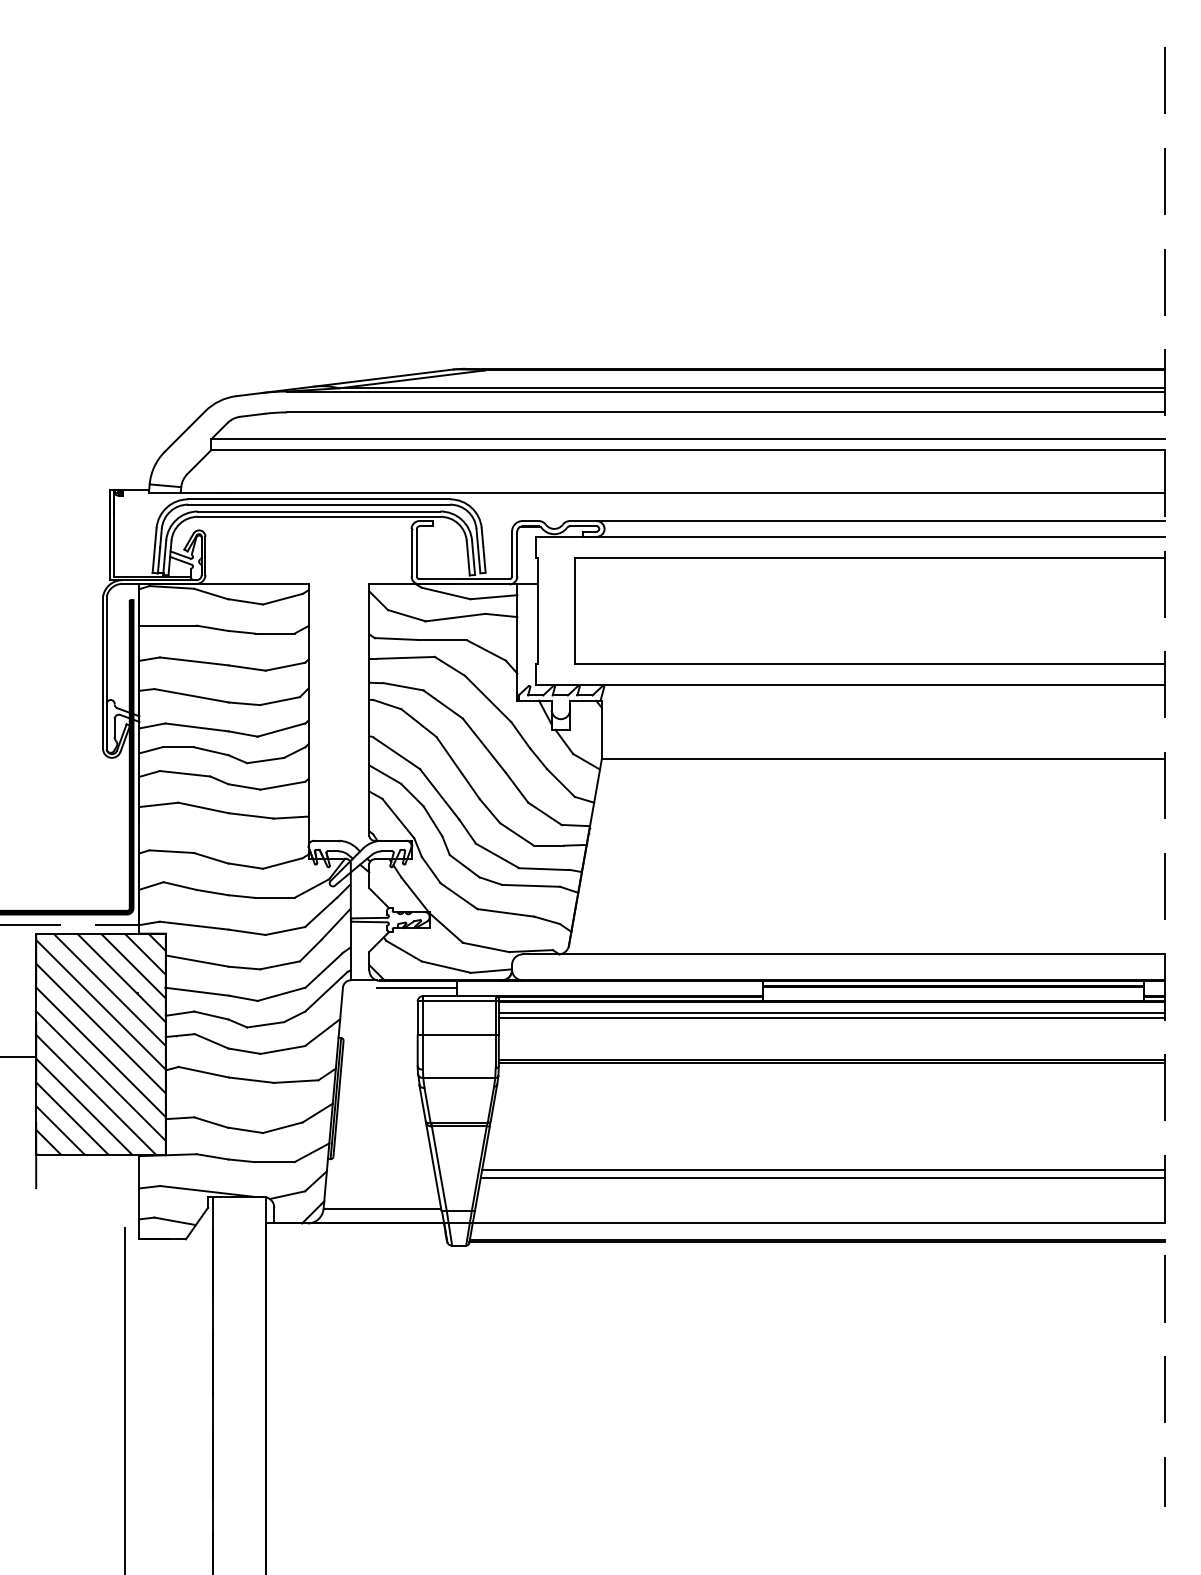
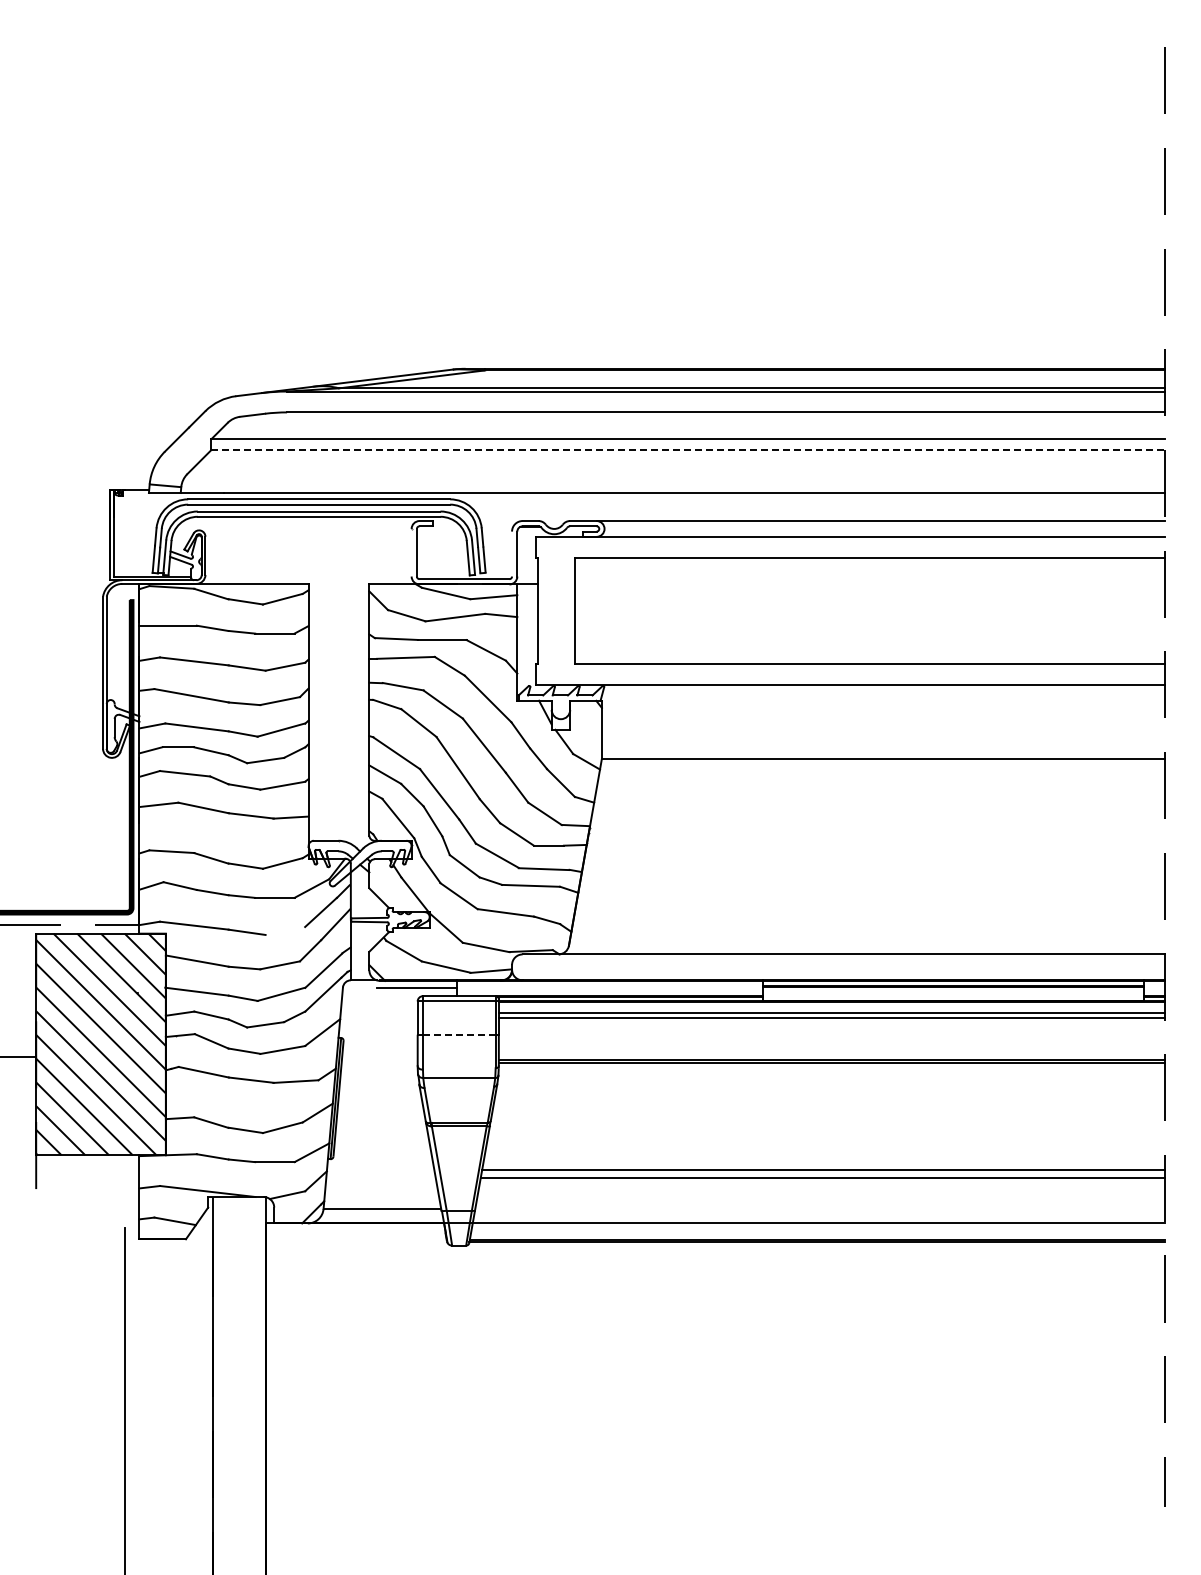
line at (688, 449): solid -> dashed
line at (411, 552): present -> none
line at (512, 553): present -> none
line at (285, 930): present -> none
line at (458, 1034): solid -> dashed
